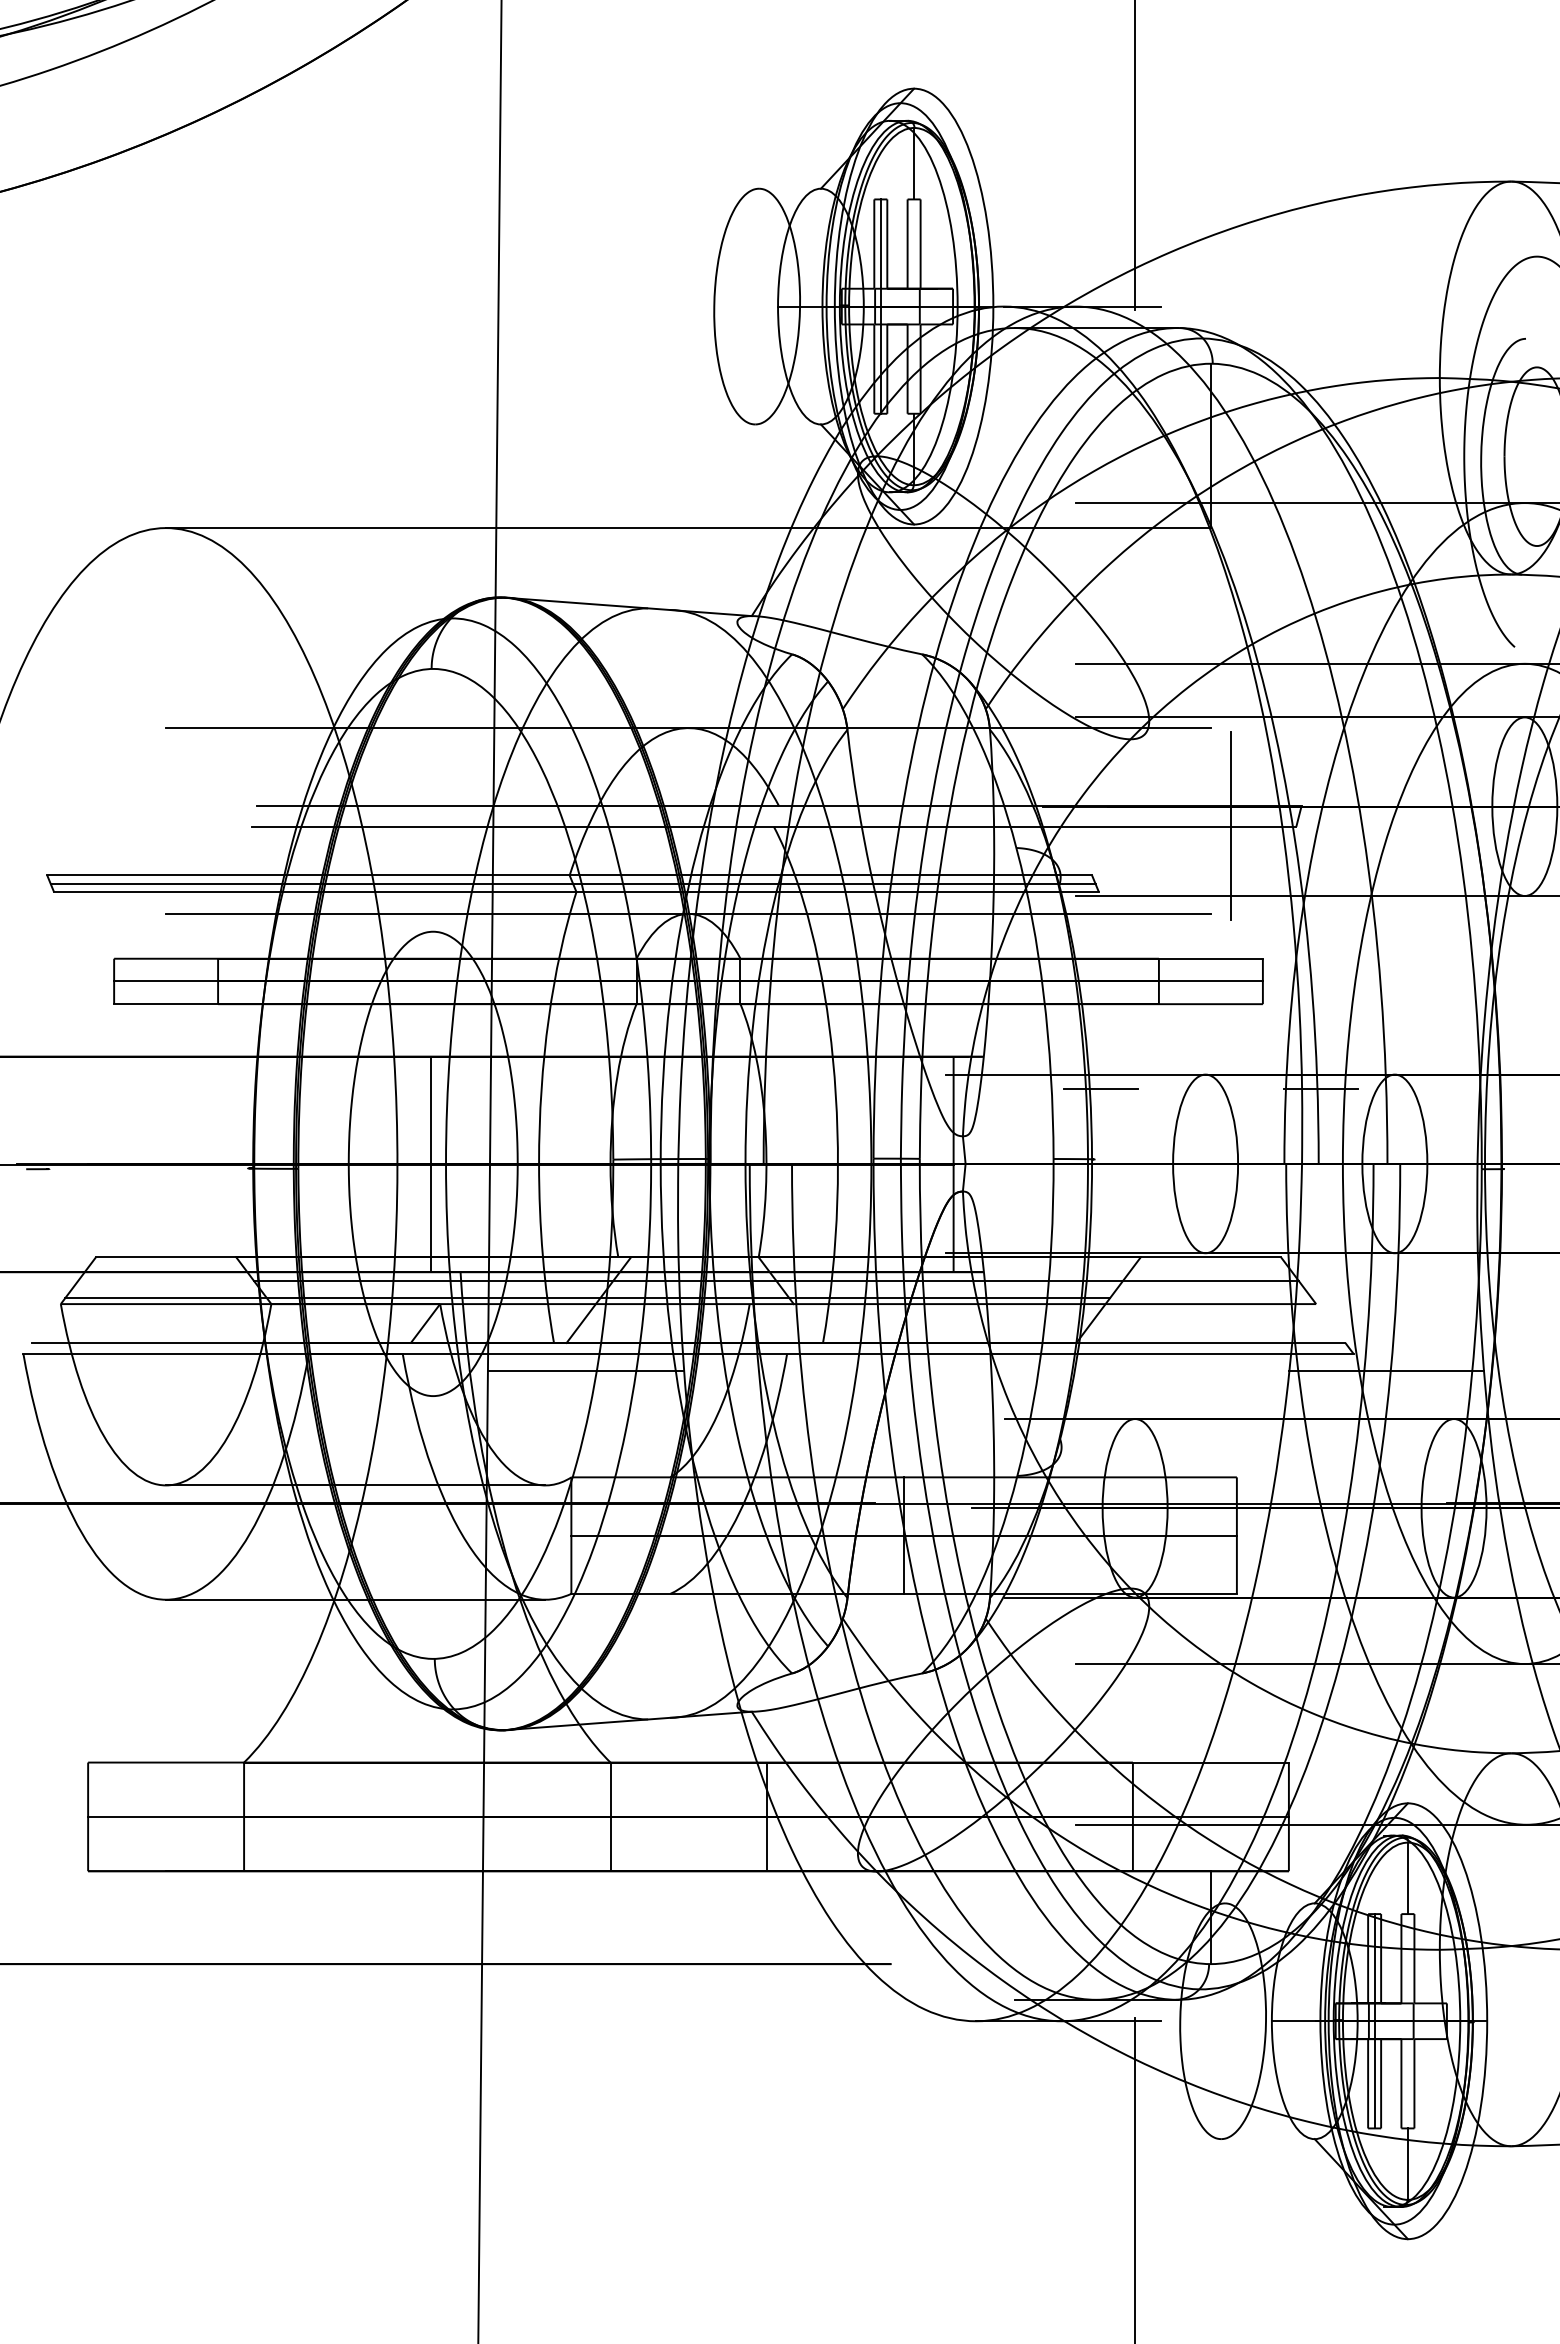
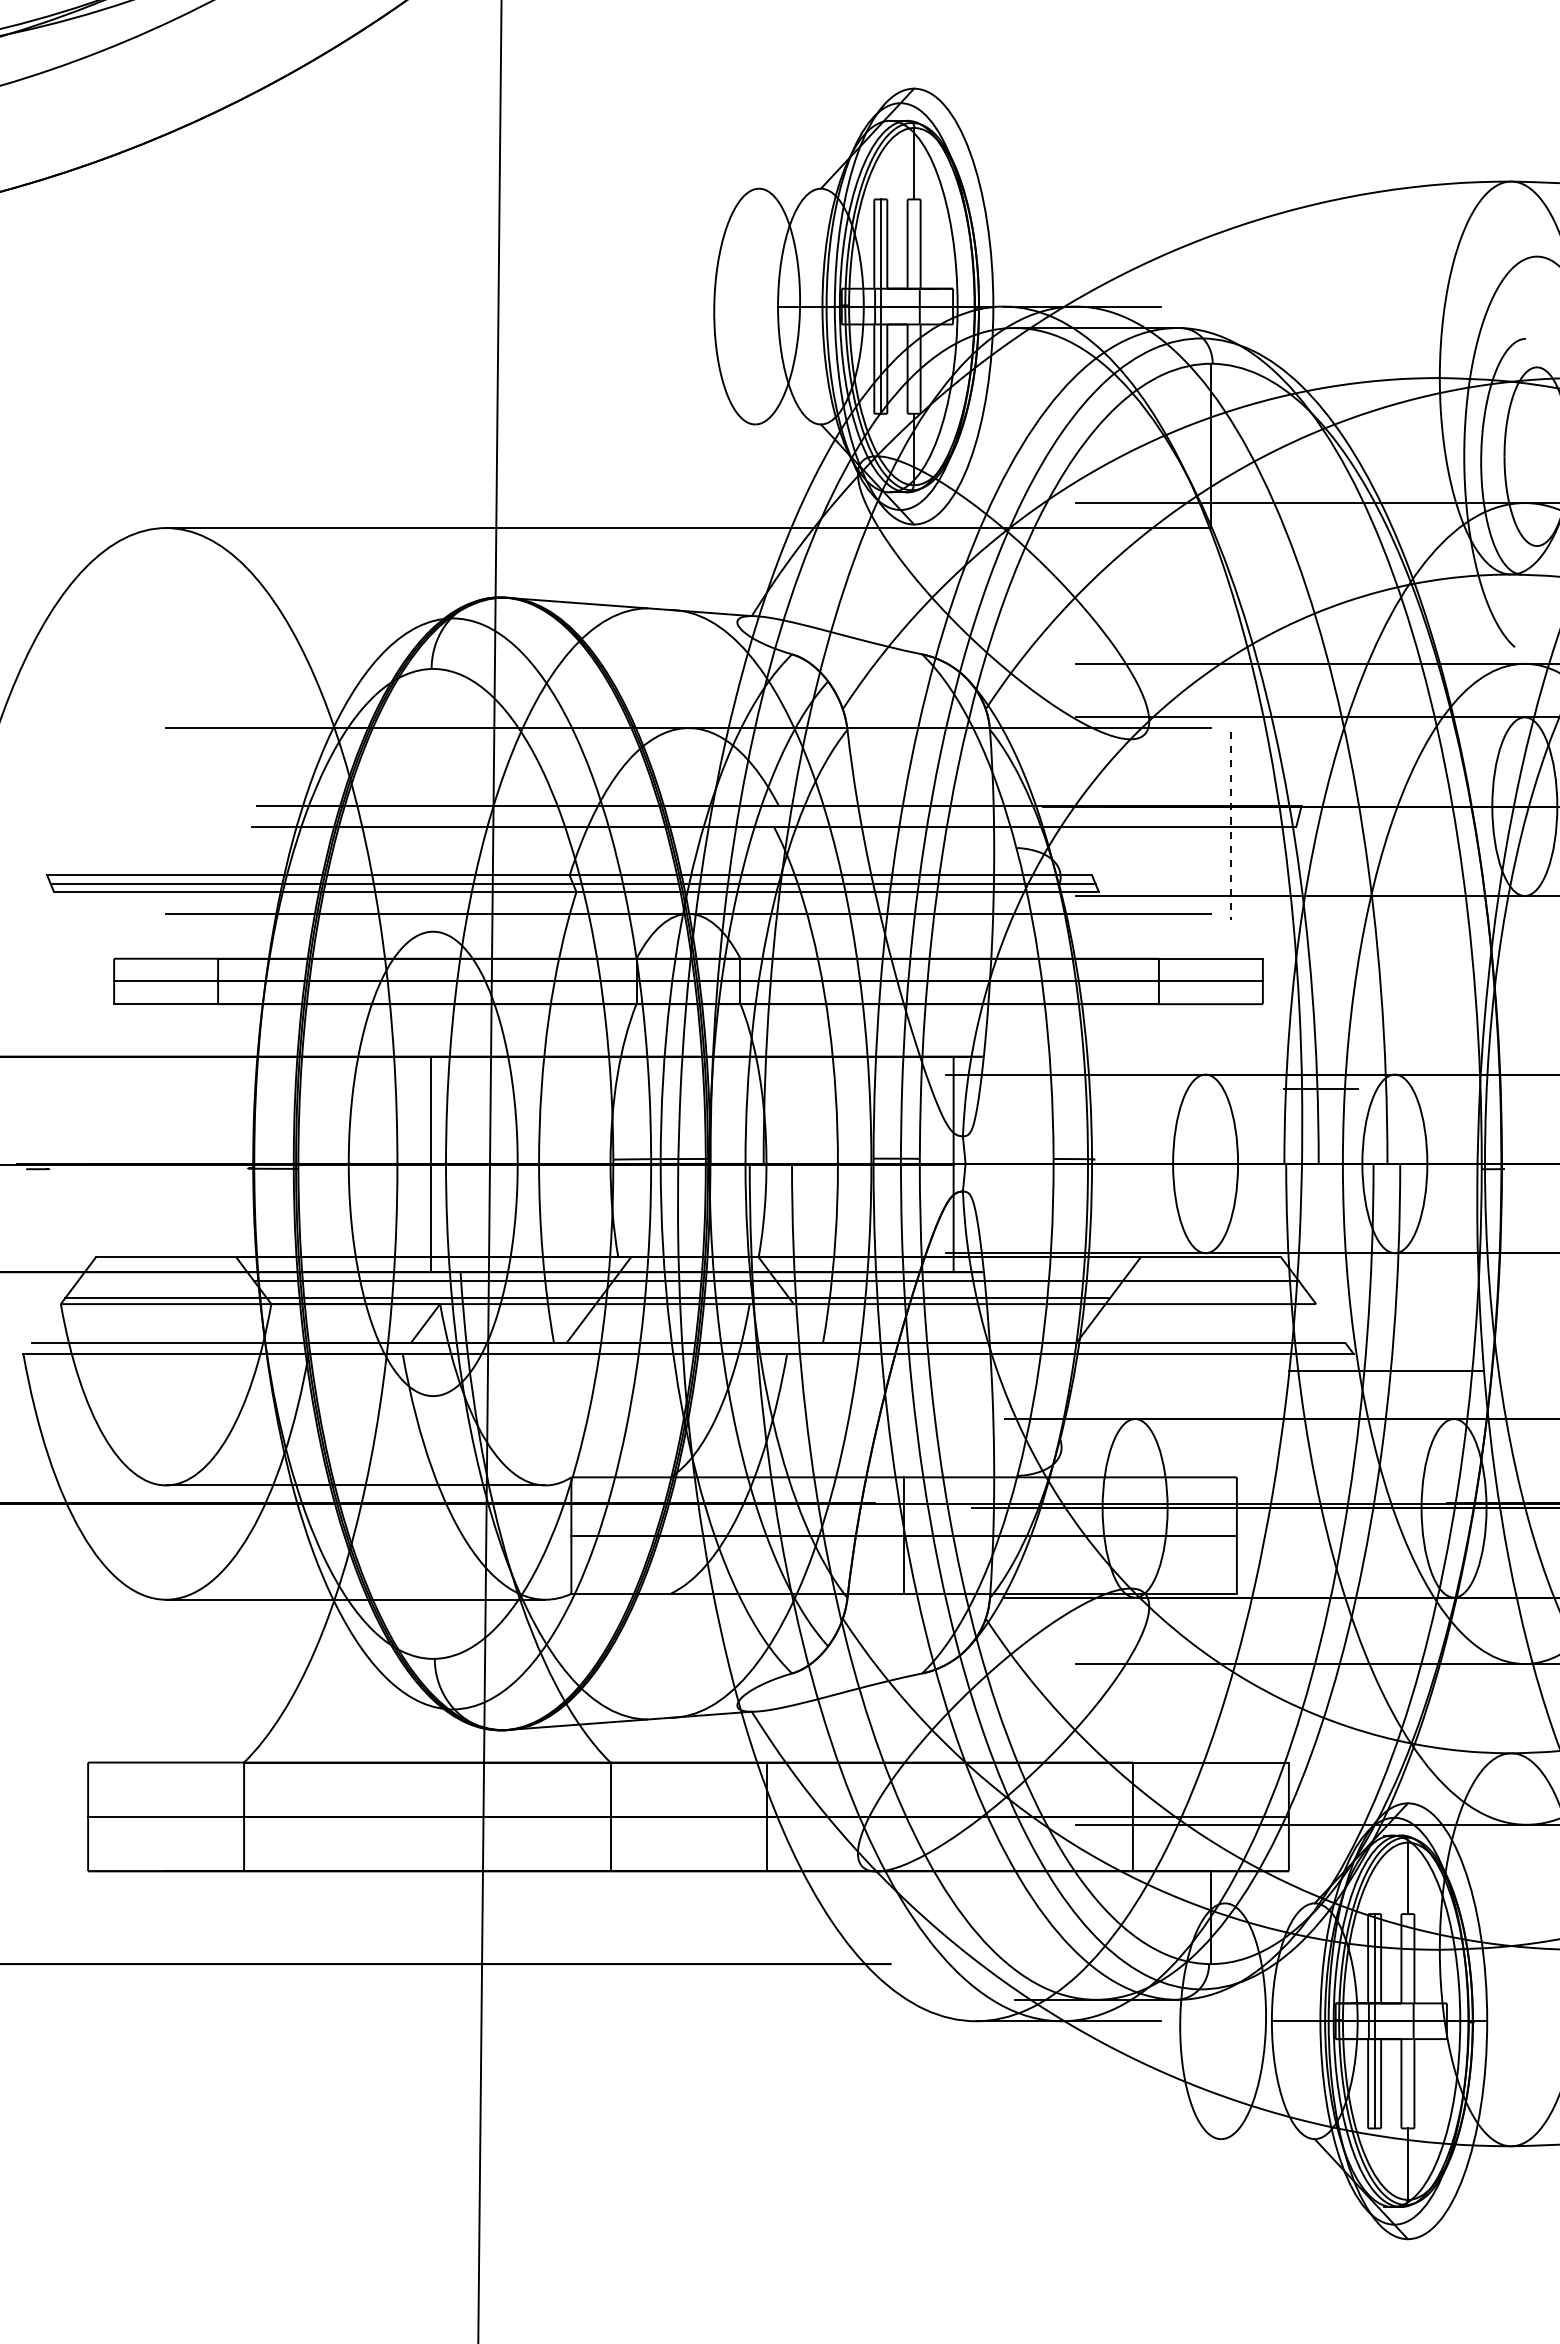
line at (1135, 155): present -> none
line at (1231, 826): solid -> dashed
line at (1100, 1089): present -> none
line at (585, 1371): present -> none
line at (1135, 2179): present -> none
